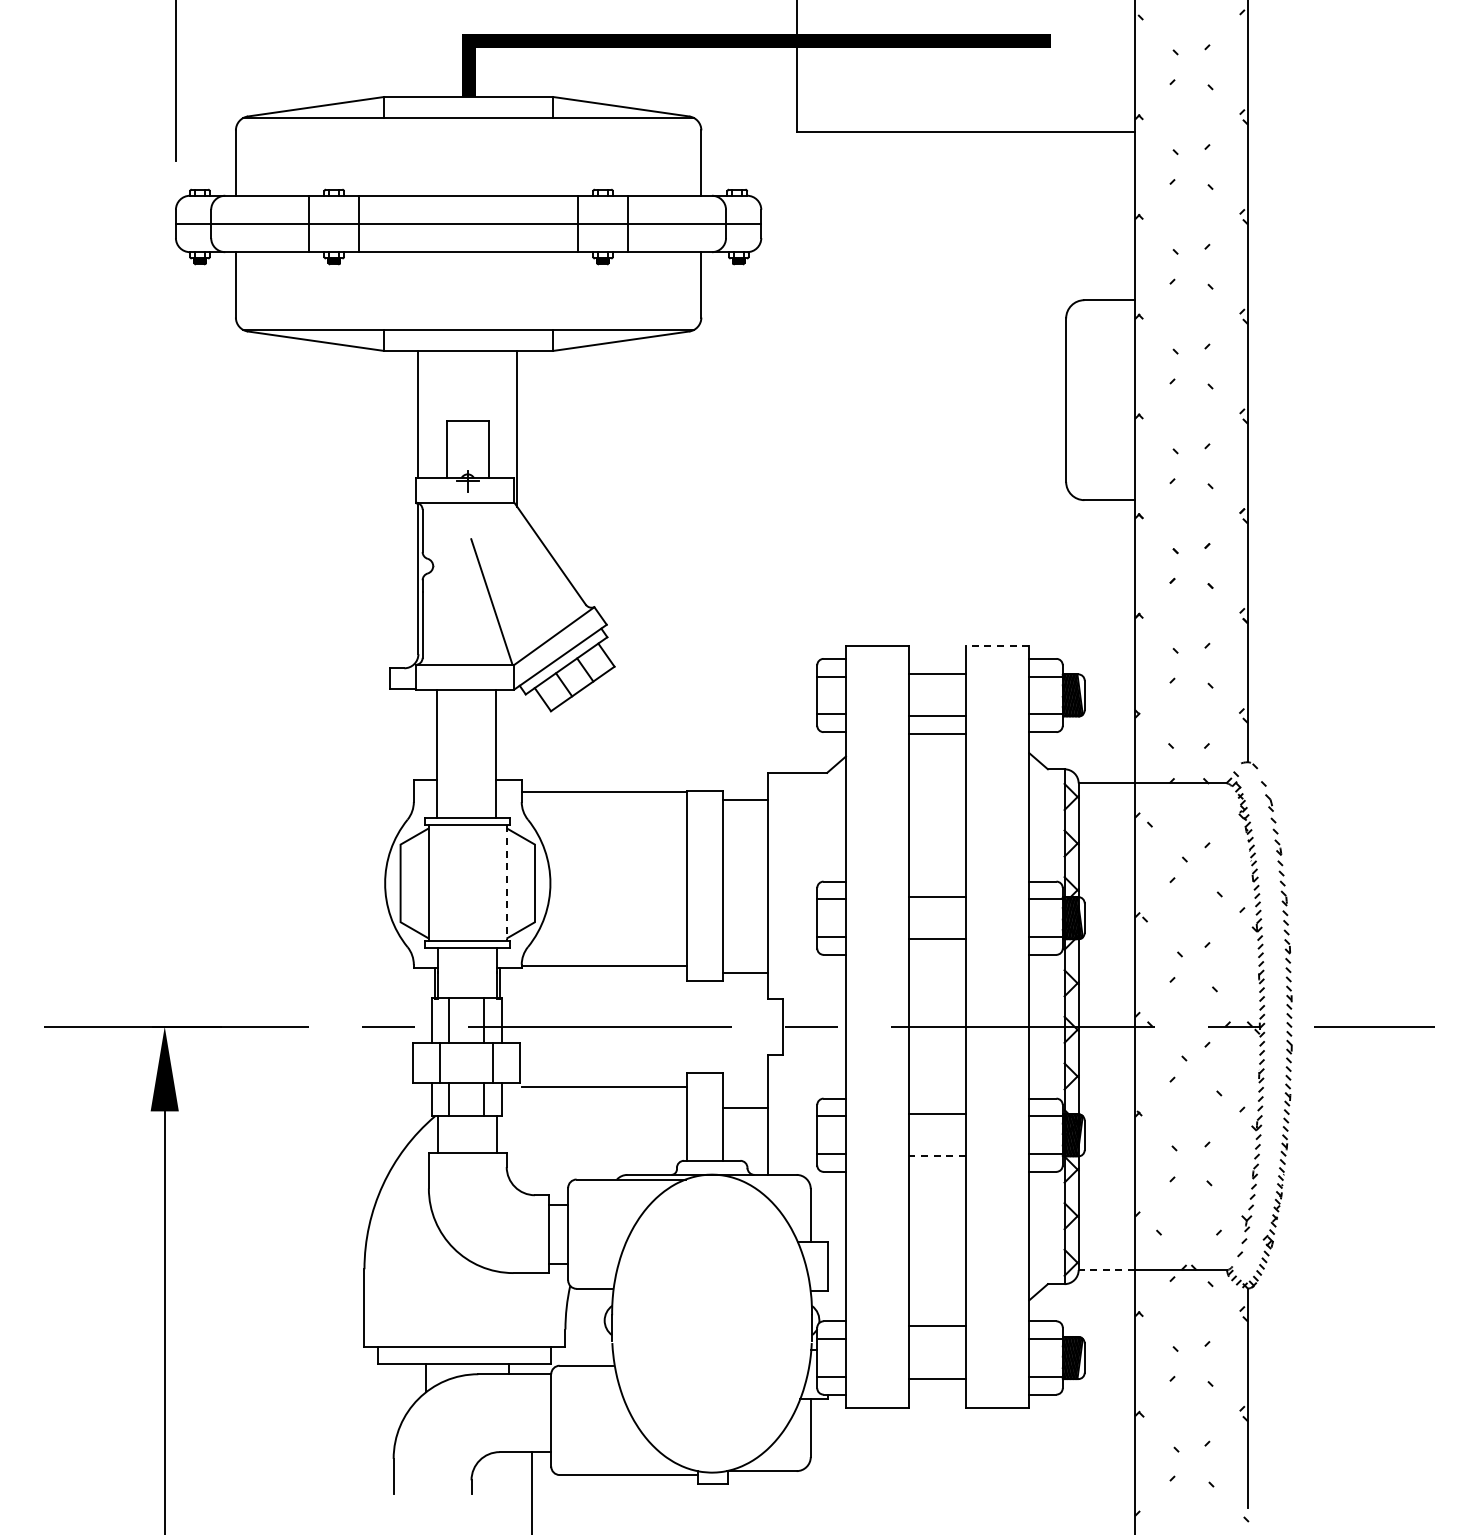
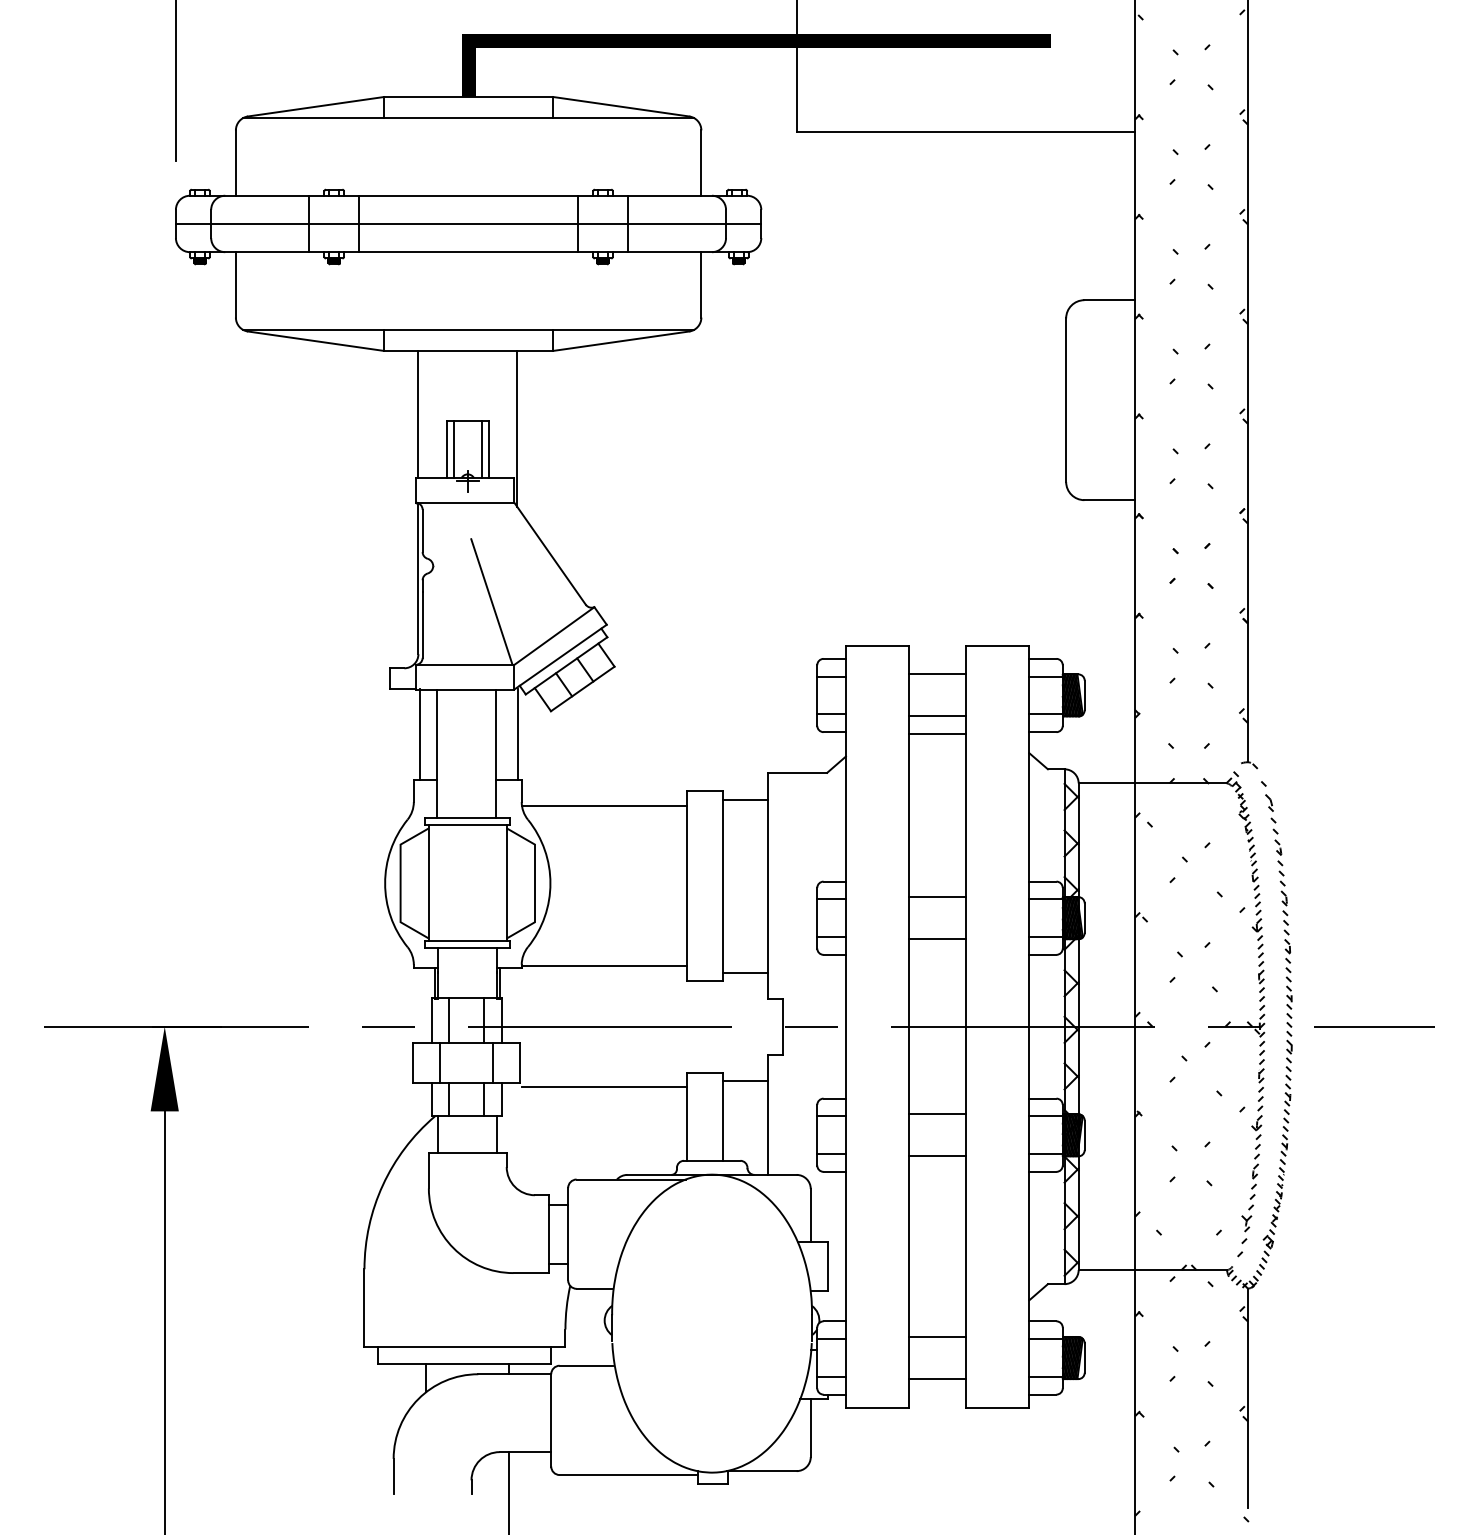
line at (453, 449): none -> present
line at (481, 449): none -> present
line at (997, 645): dashed -> solid
line at (420, 734): none -> present
line at (518, 734): none -> present
line at (604, 791) position: (604, 791) -> (604, 805)
line at (506, 883): dashed -> solid
line at (745, 1107) position: (745, 1107) -> (745, 1080)
line at (937, 1156): dashed -> solid
line at (1106, 1270): dashed -> solid
line at (937, 1326) position: (937, 1326) -> (937, 1337)
line at (532, 1491) position: (532, 1491) -> (509, 1491)
